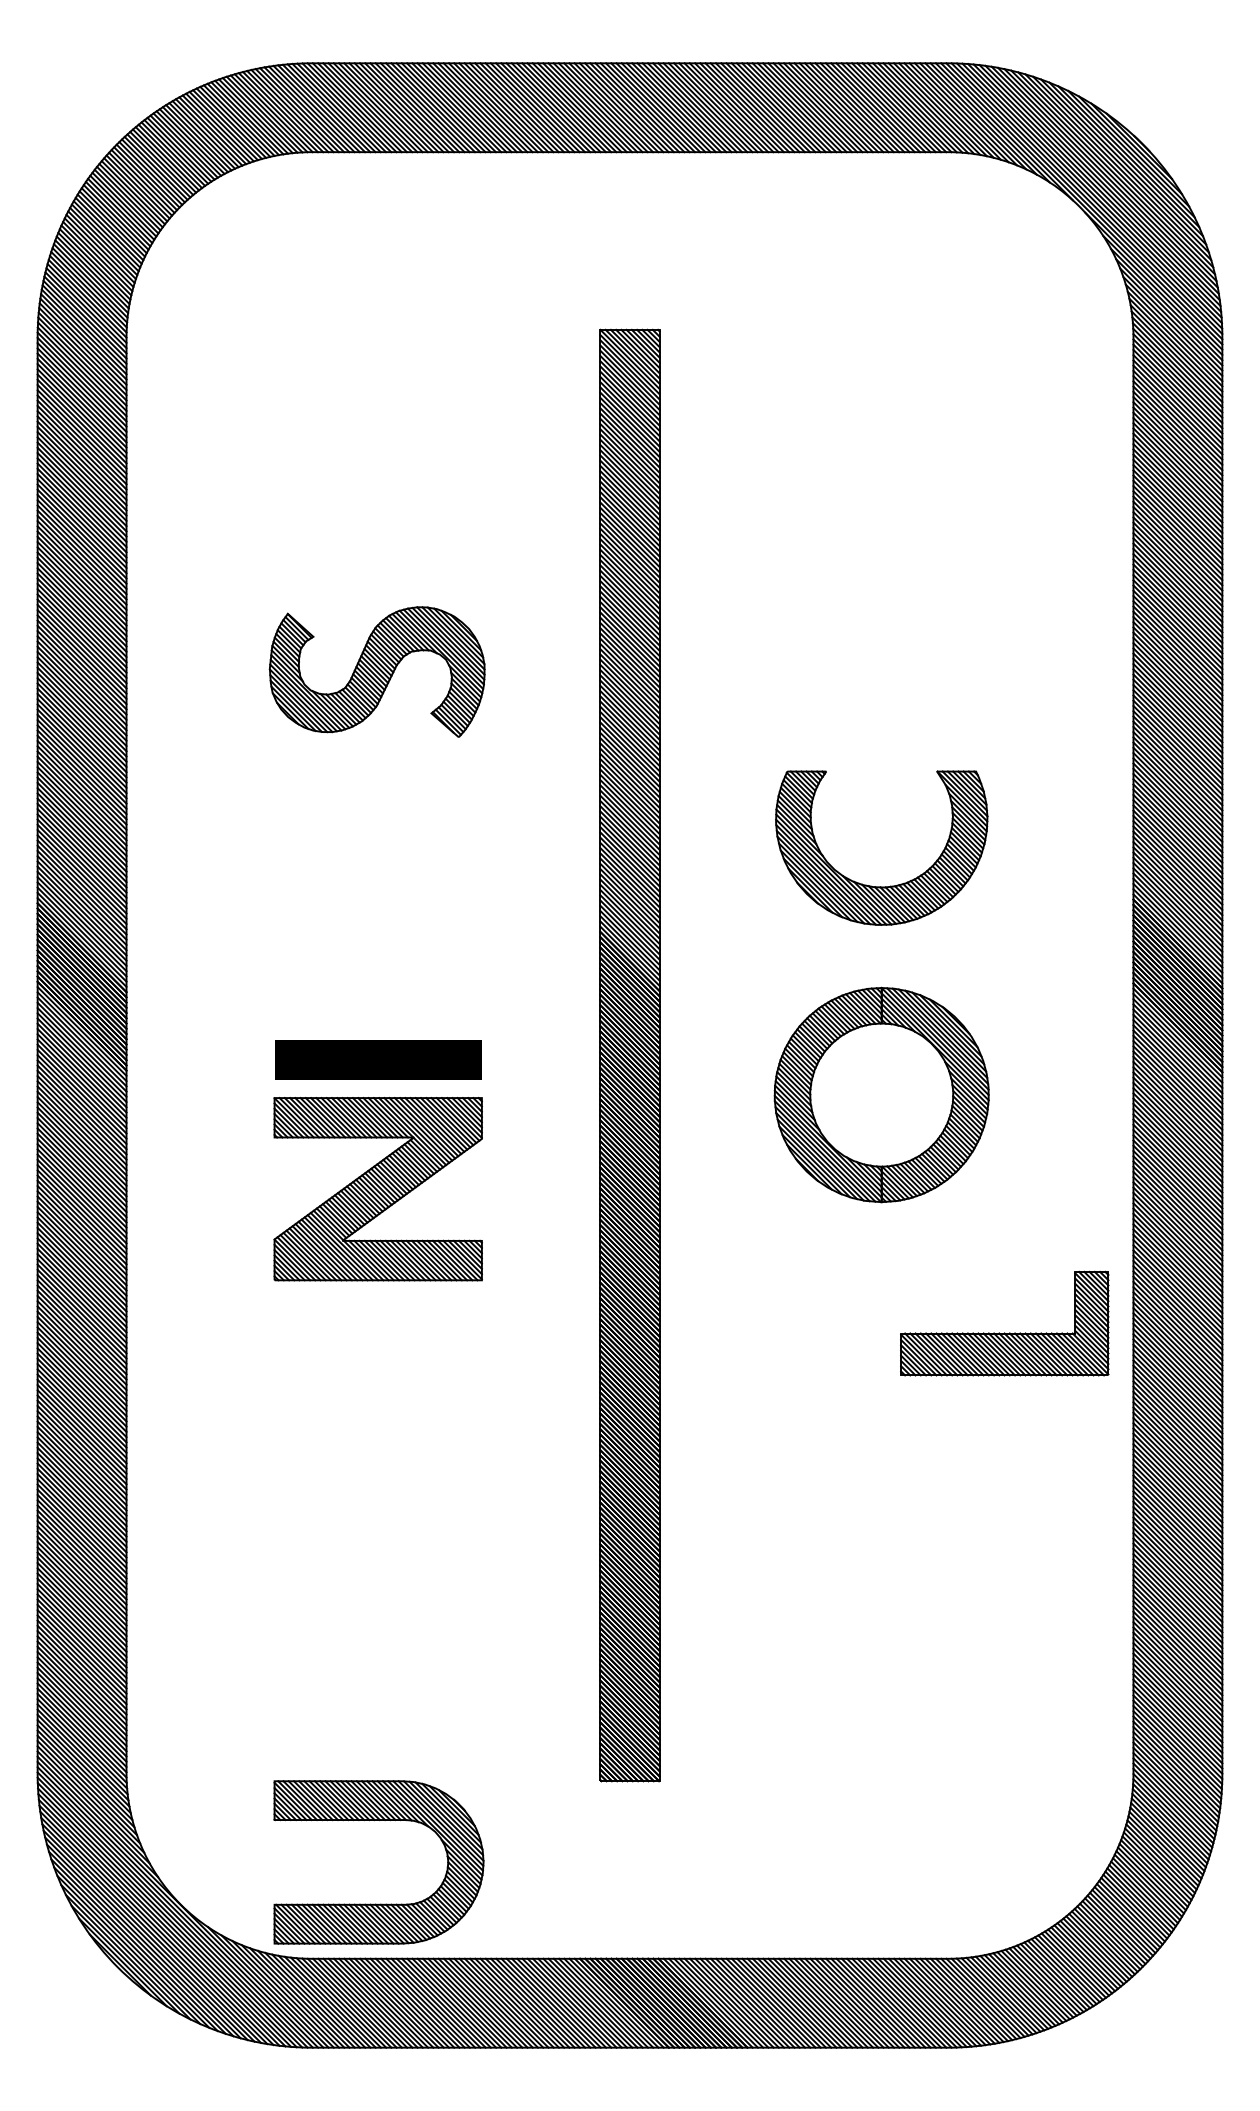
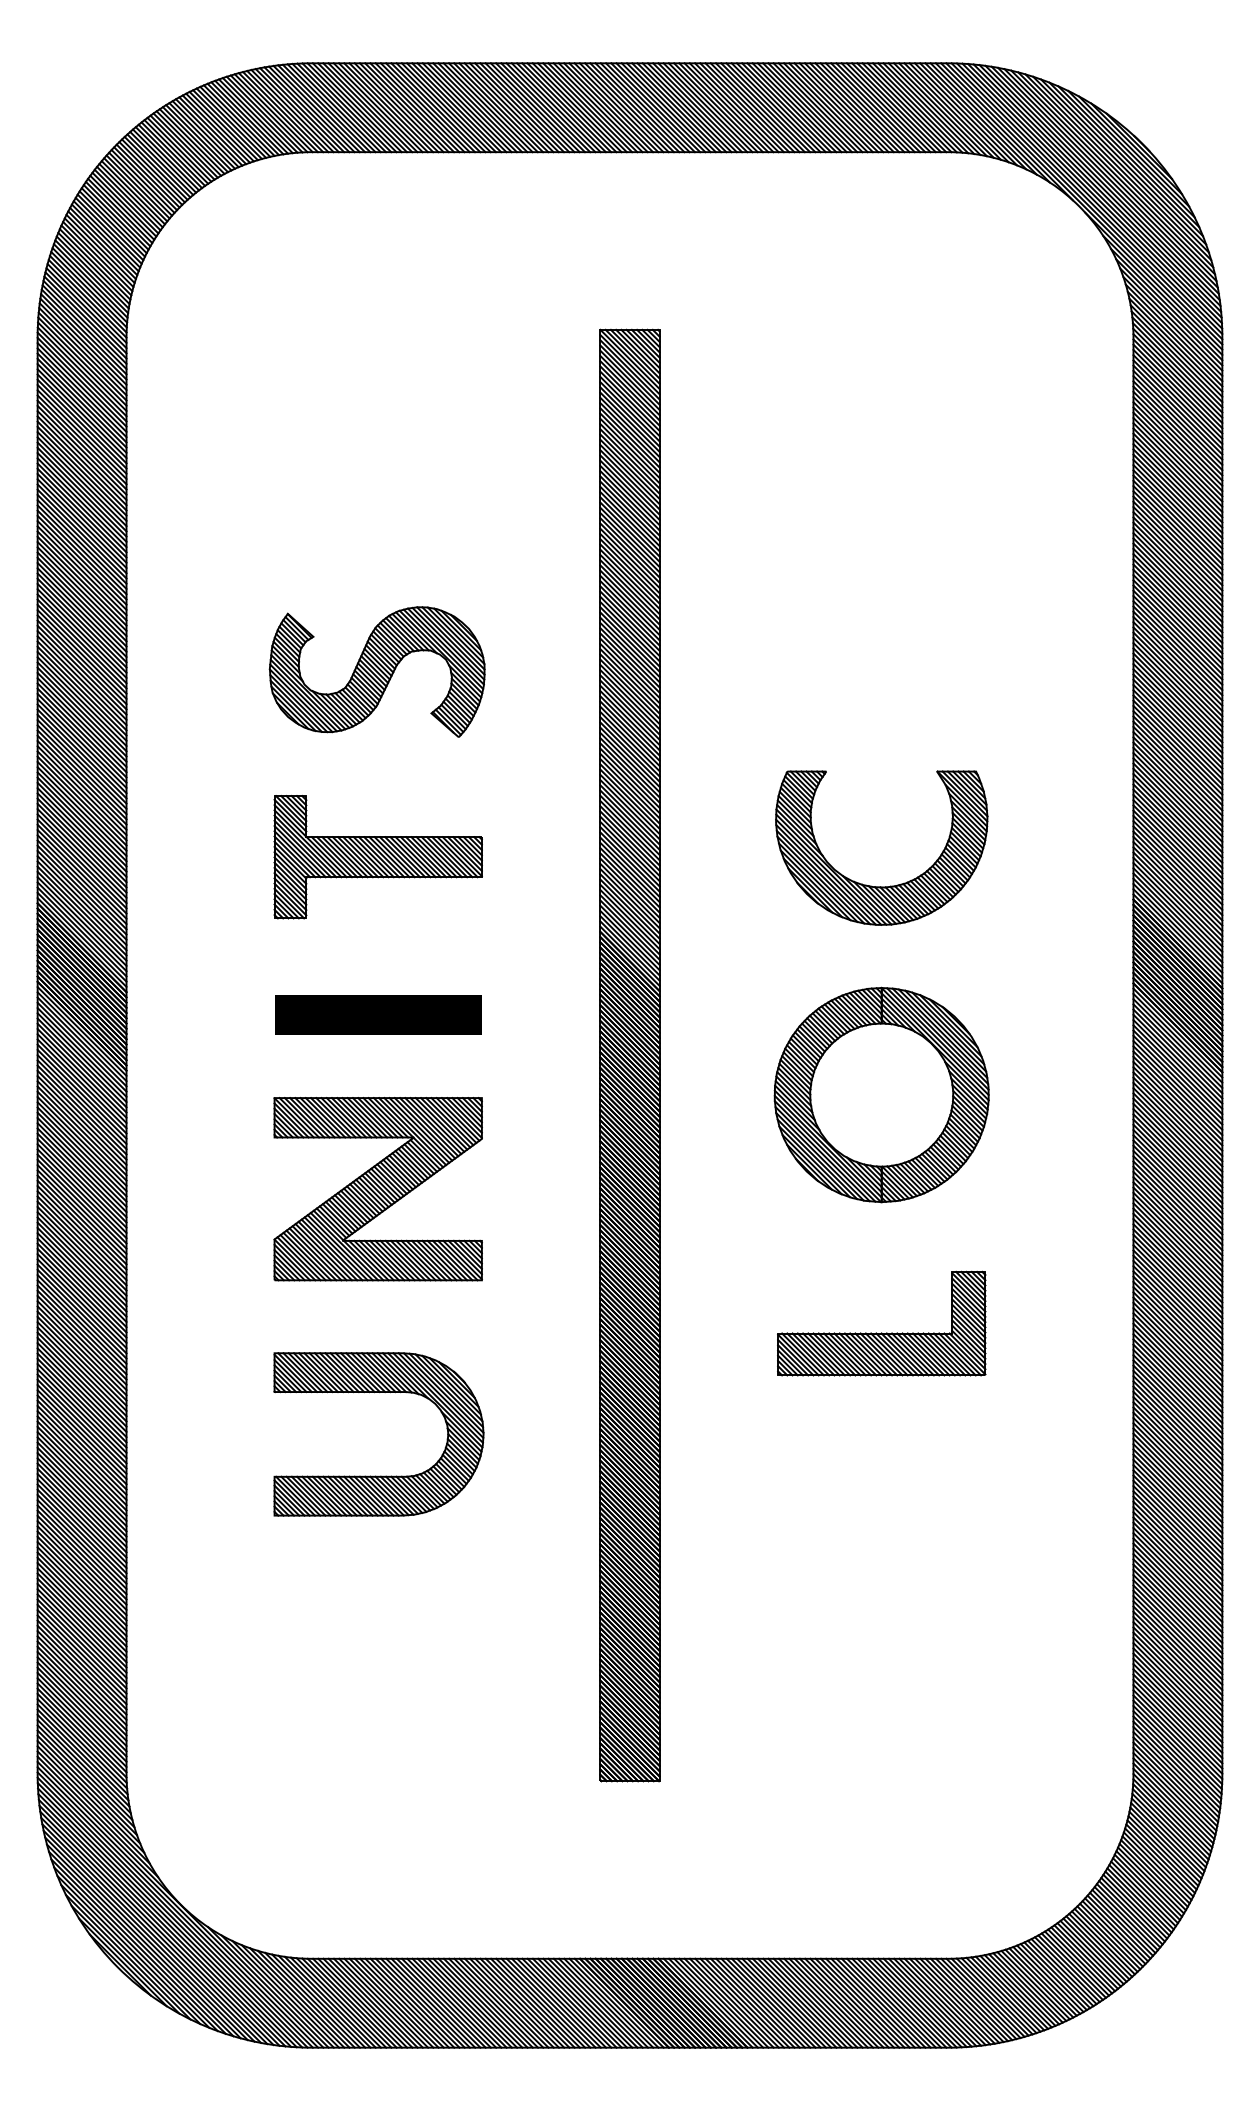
part at (377, 857): none -> present
part at (378, 1059) position: (378, 1059) -> (378, 1014)
part at (1004, 1332) position: (1004, 1332) -> (881, 1332)
part at (378, 1903) position: (378, 1903) -> (378, 1475)
